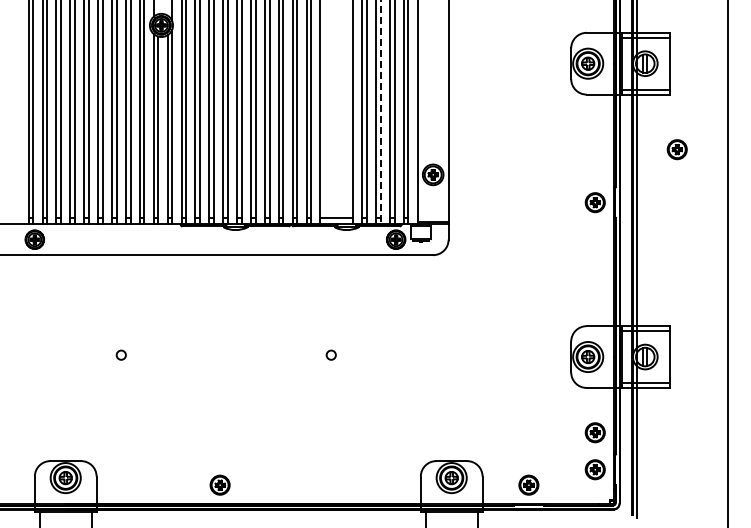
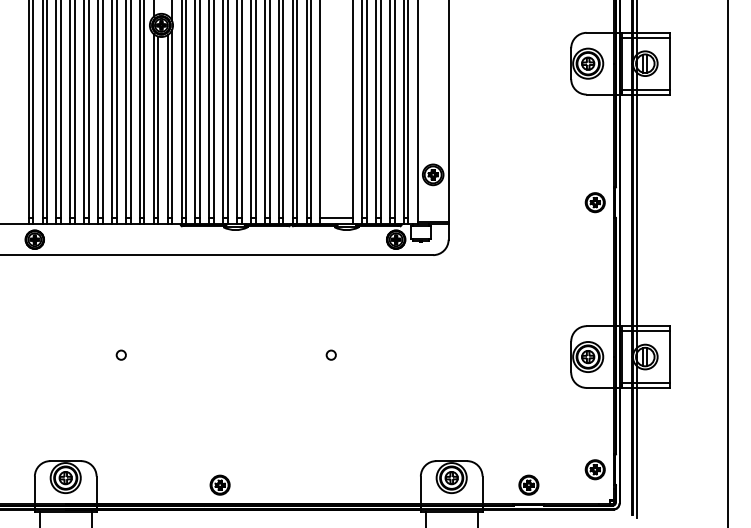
line at (380, 112): dashed -> solid
part at (676, 149): present -> none
part at (594, 432): present -> none
